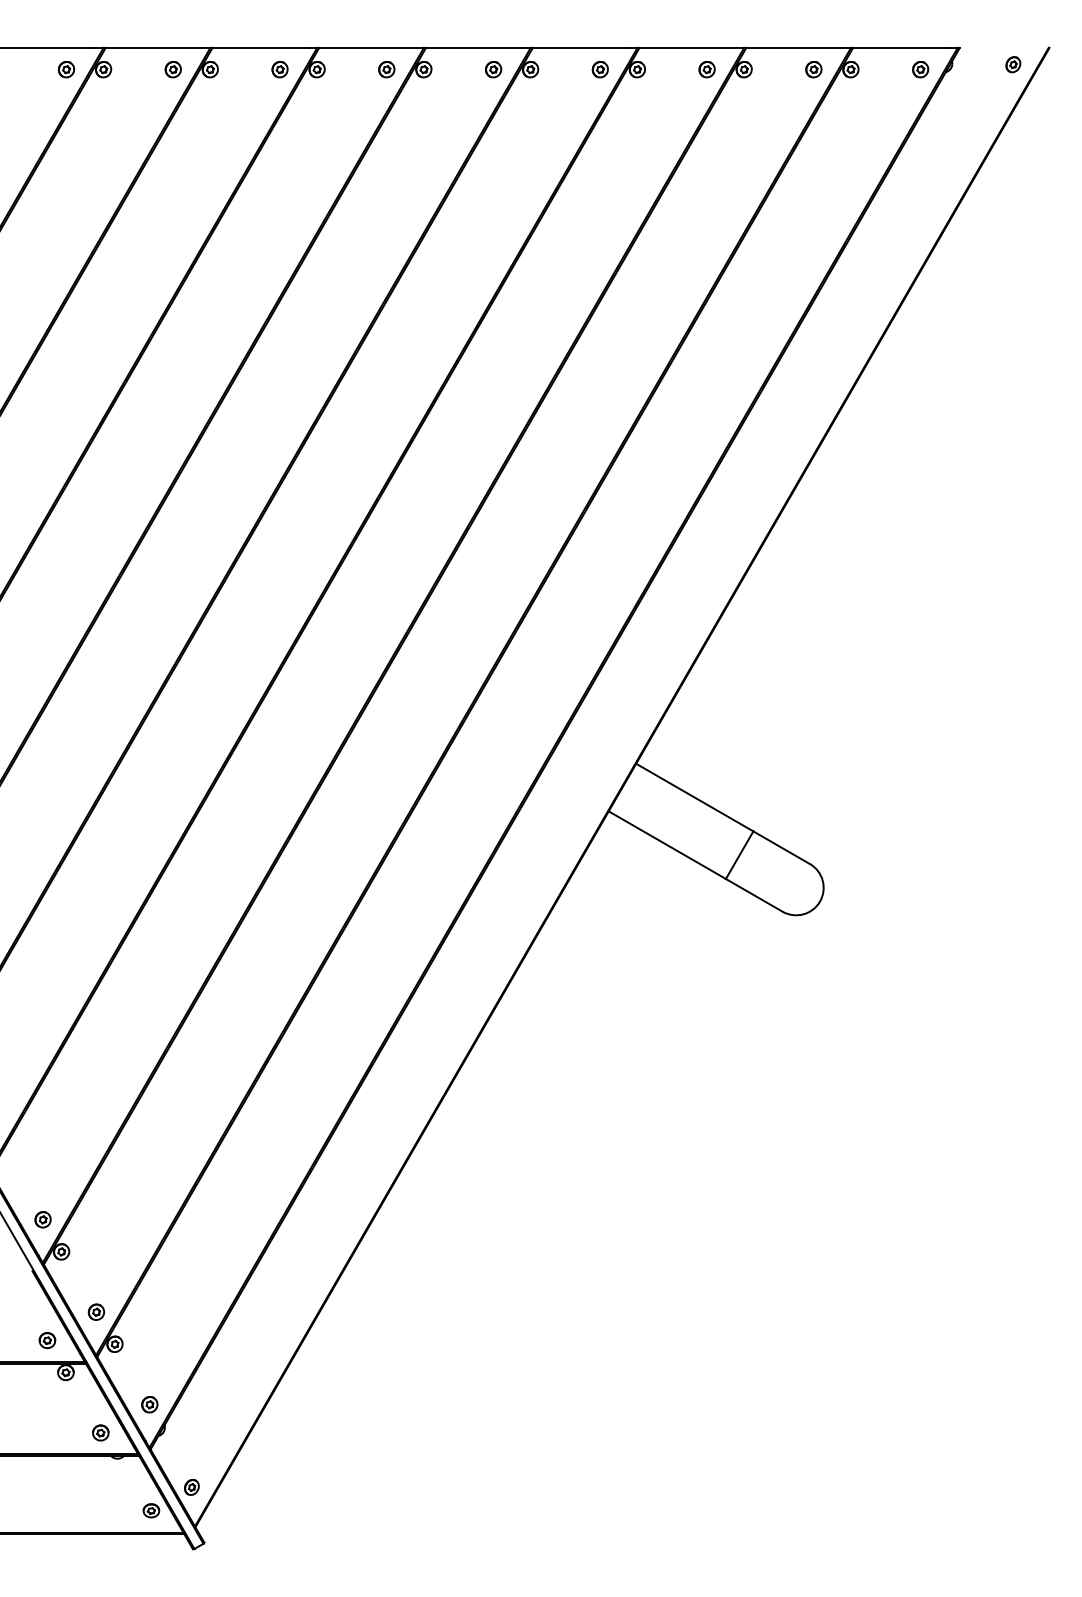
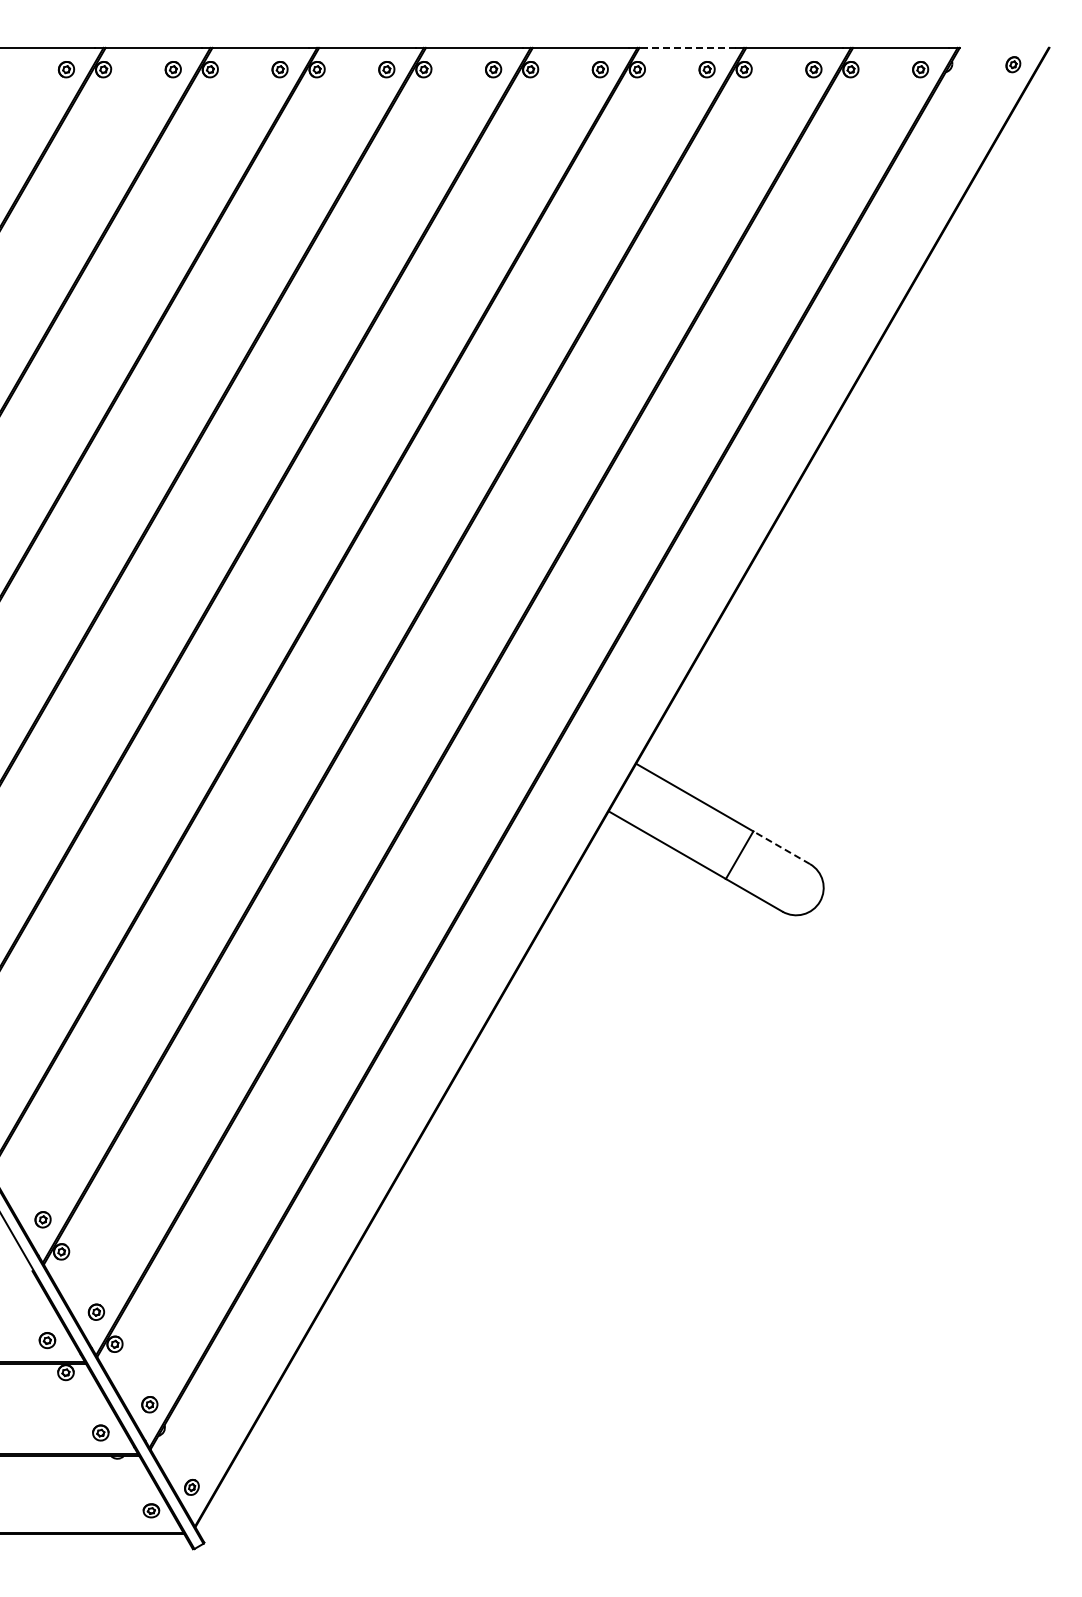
line at (687, 47): solid -> dashed
line at (781, 847): solid -> dashed
